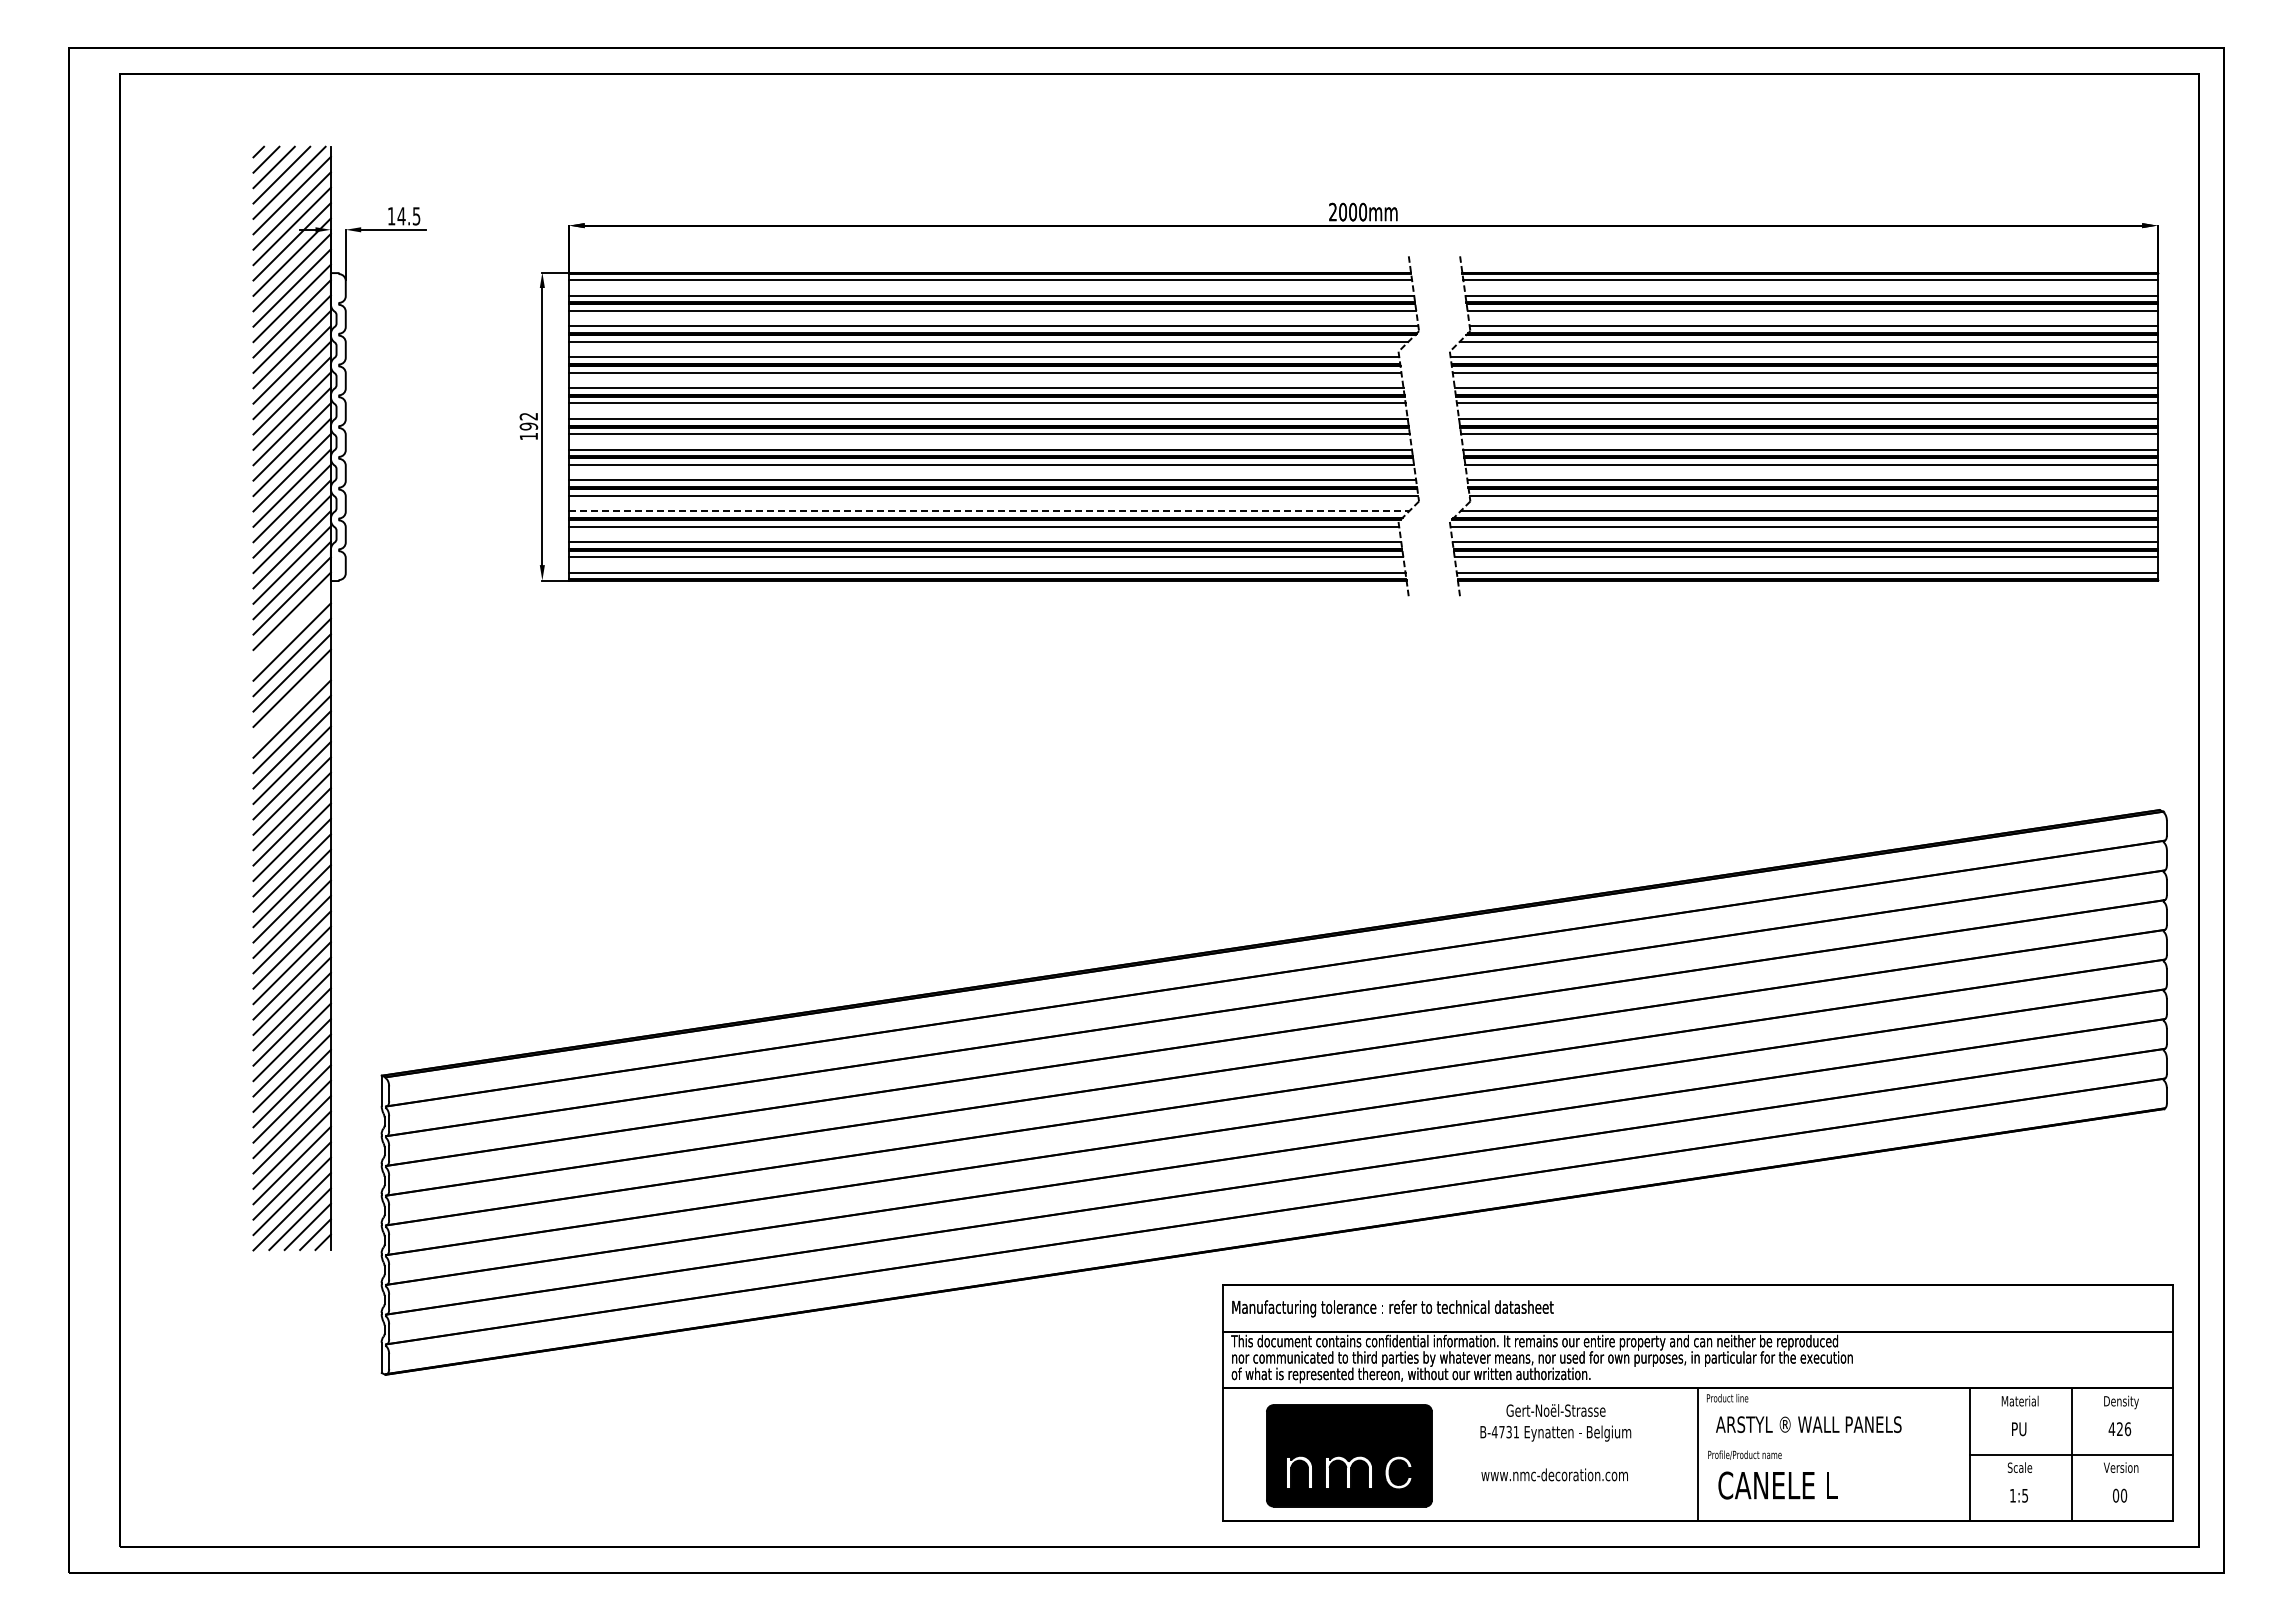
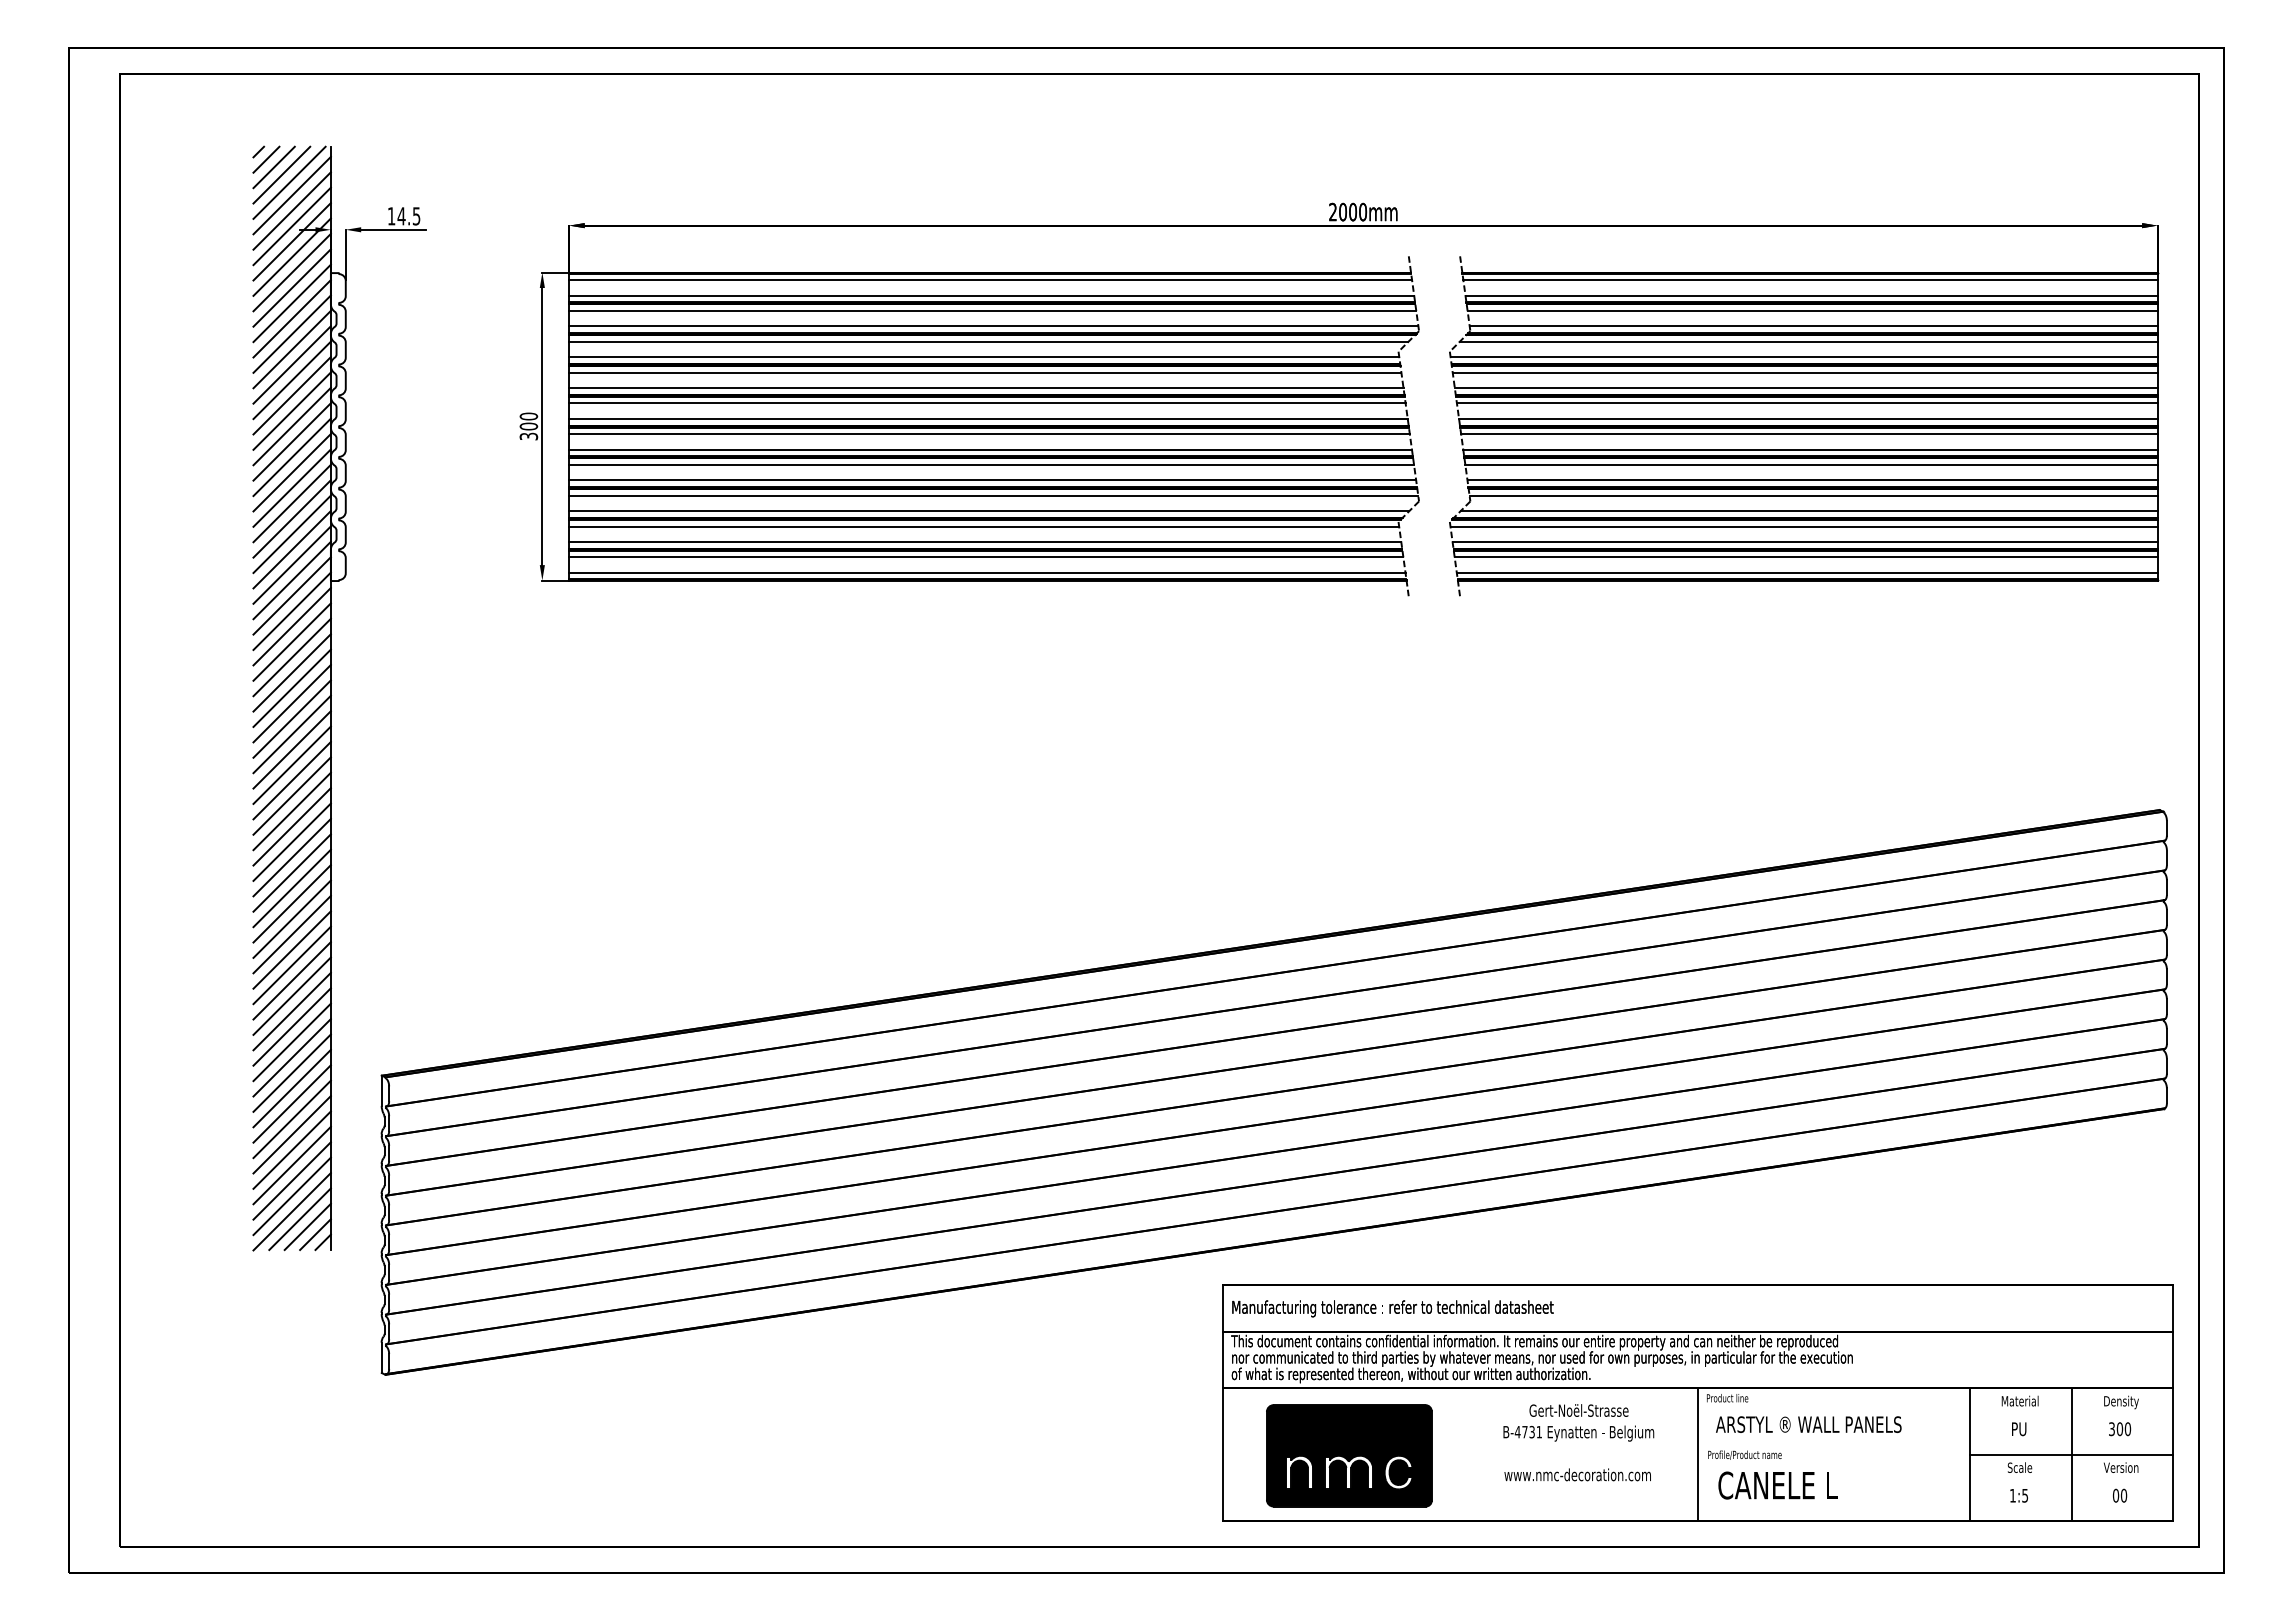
text at (528, 426): 192 -> 300
line at (989, 511): dashed -> solid
line at (291, 626): none -> present
line at (291, 703): none -> present
text at (2119, 1429): 426 -> 300
text at (1555, 1442) position: (1555, 1442) -> (1578, 1442)
